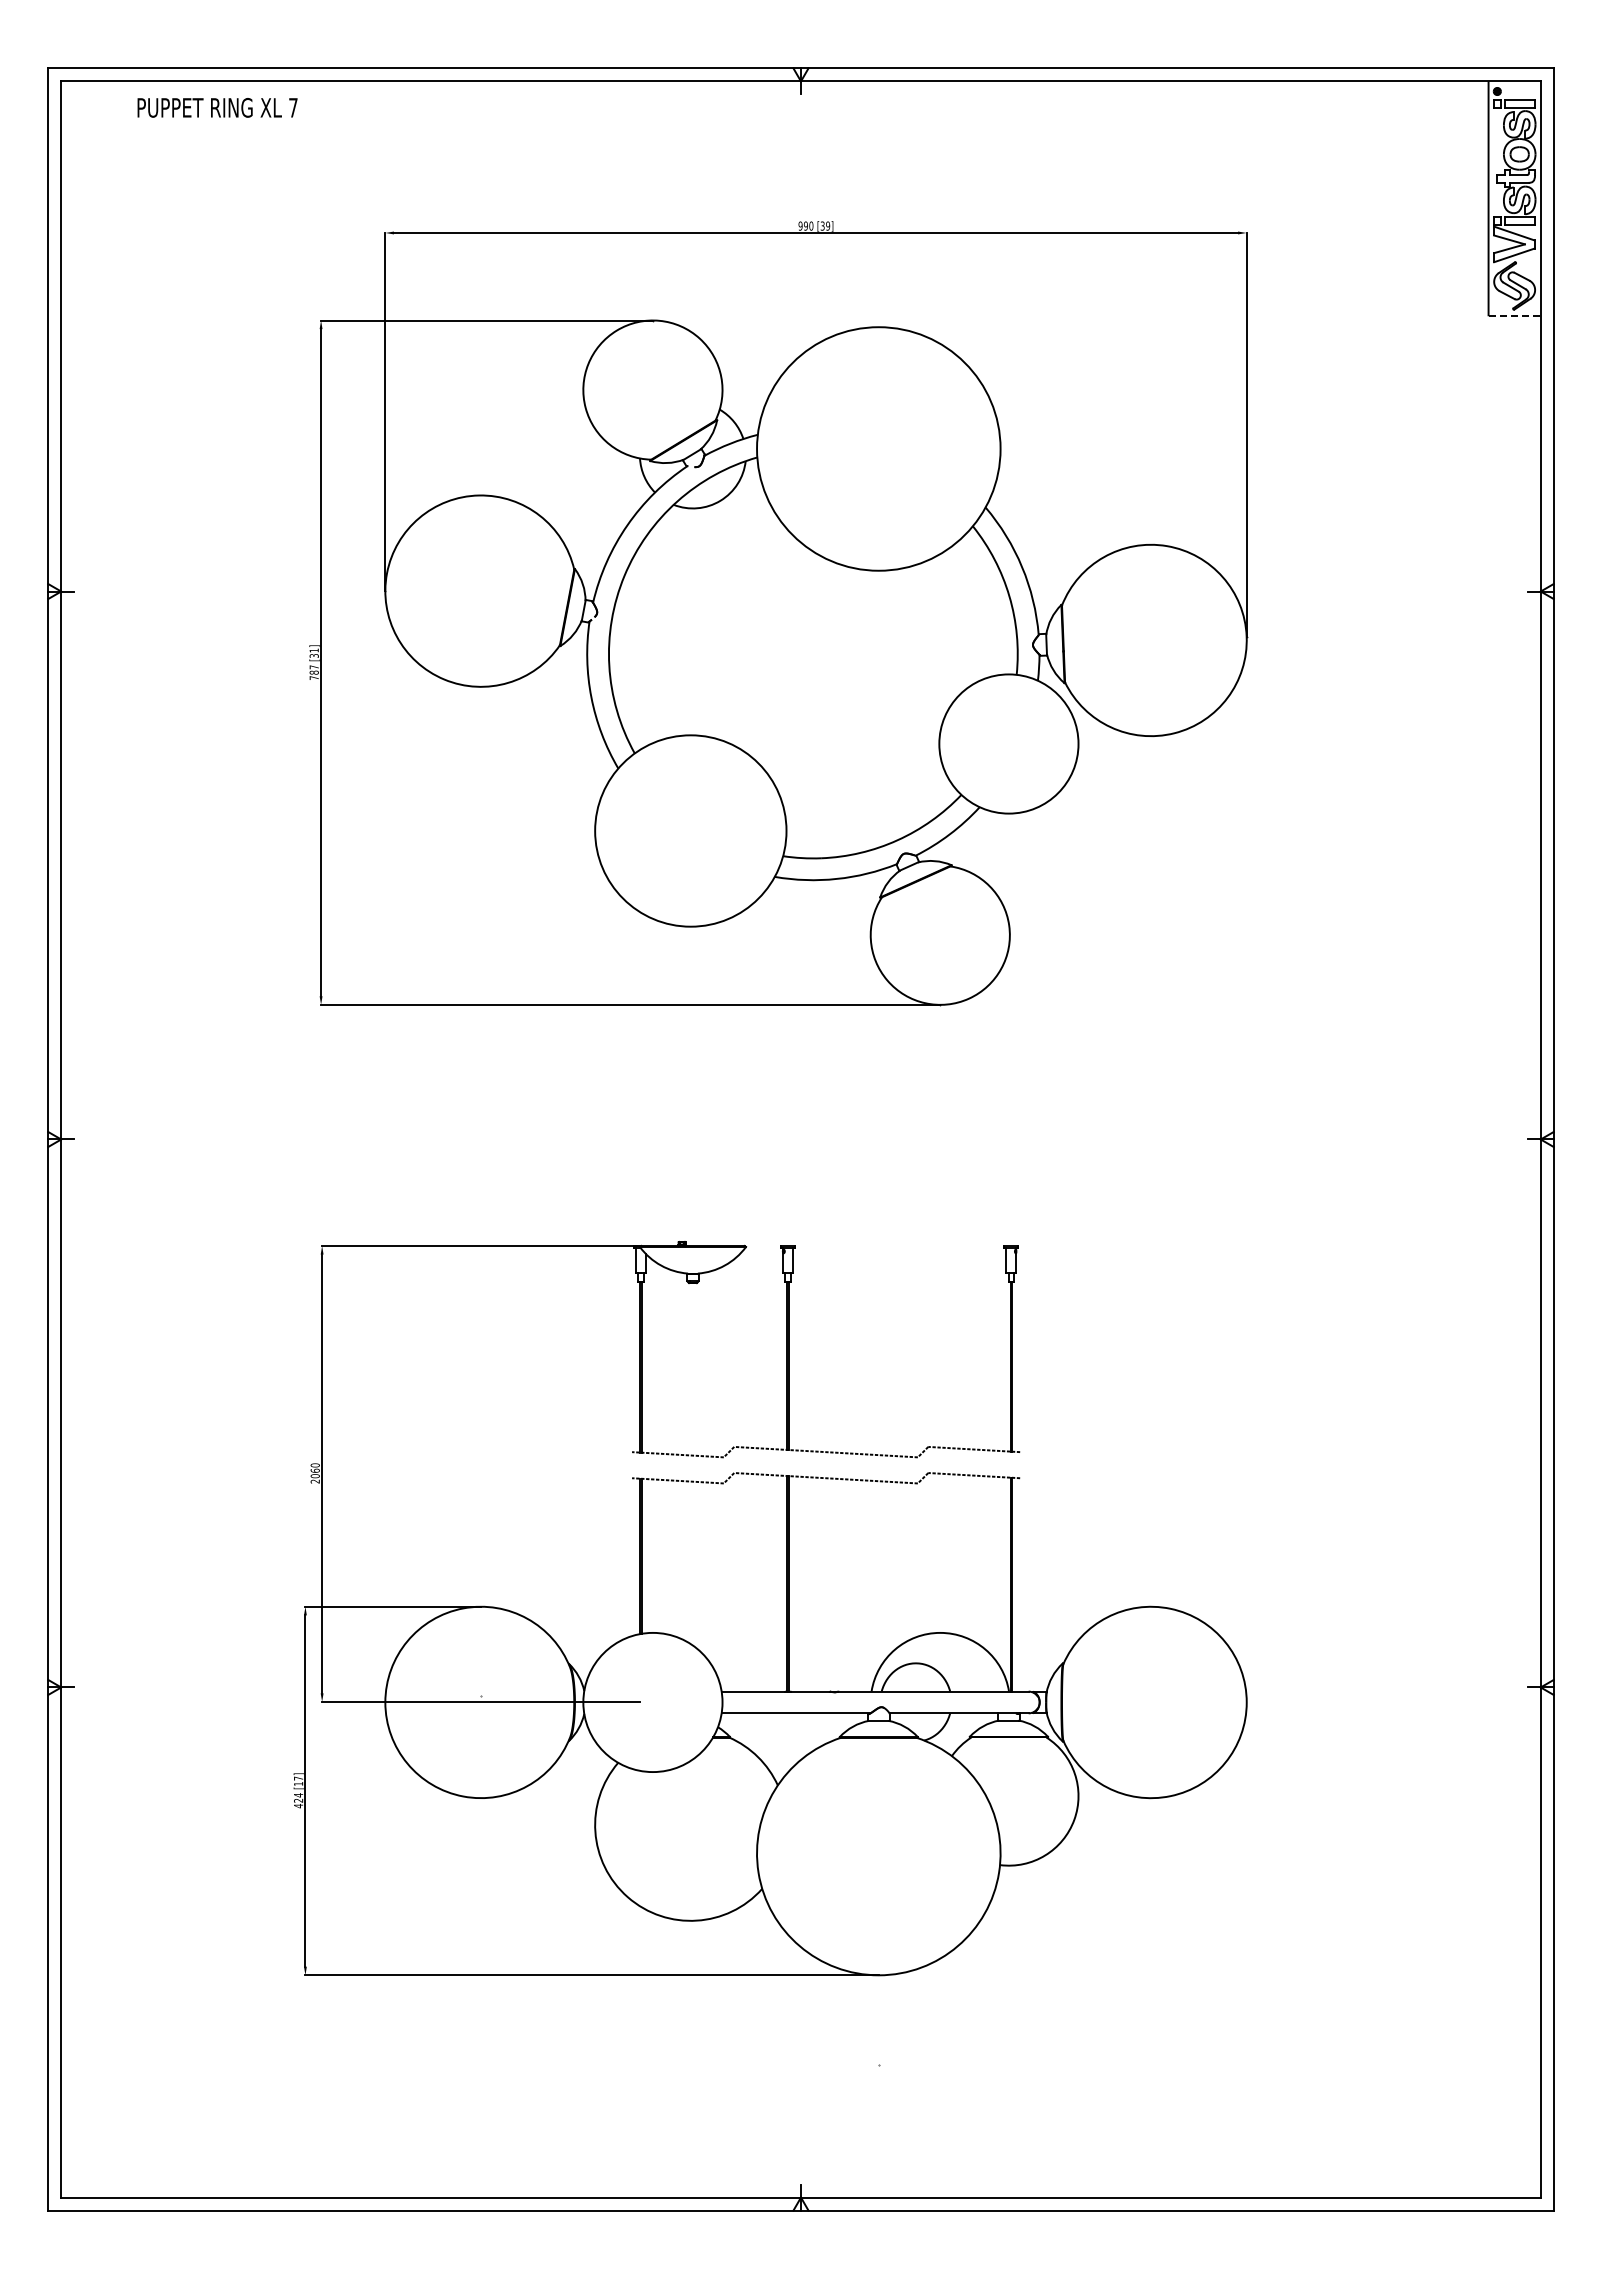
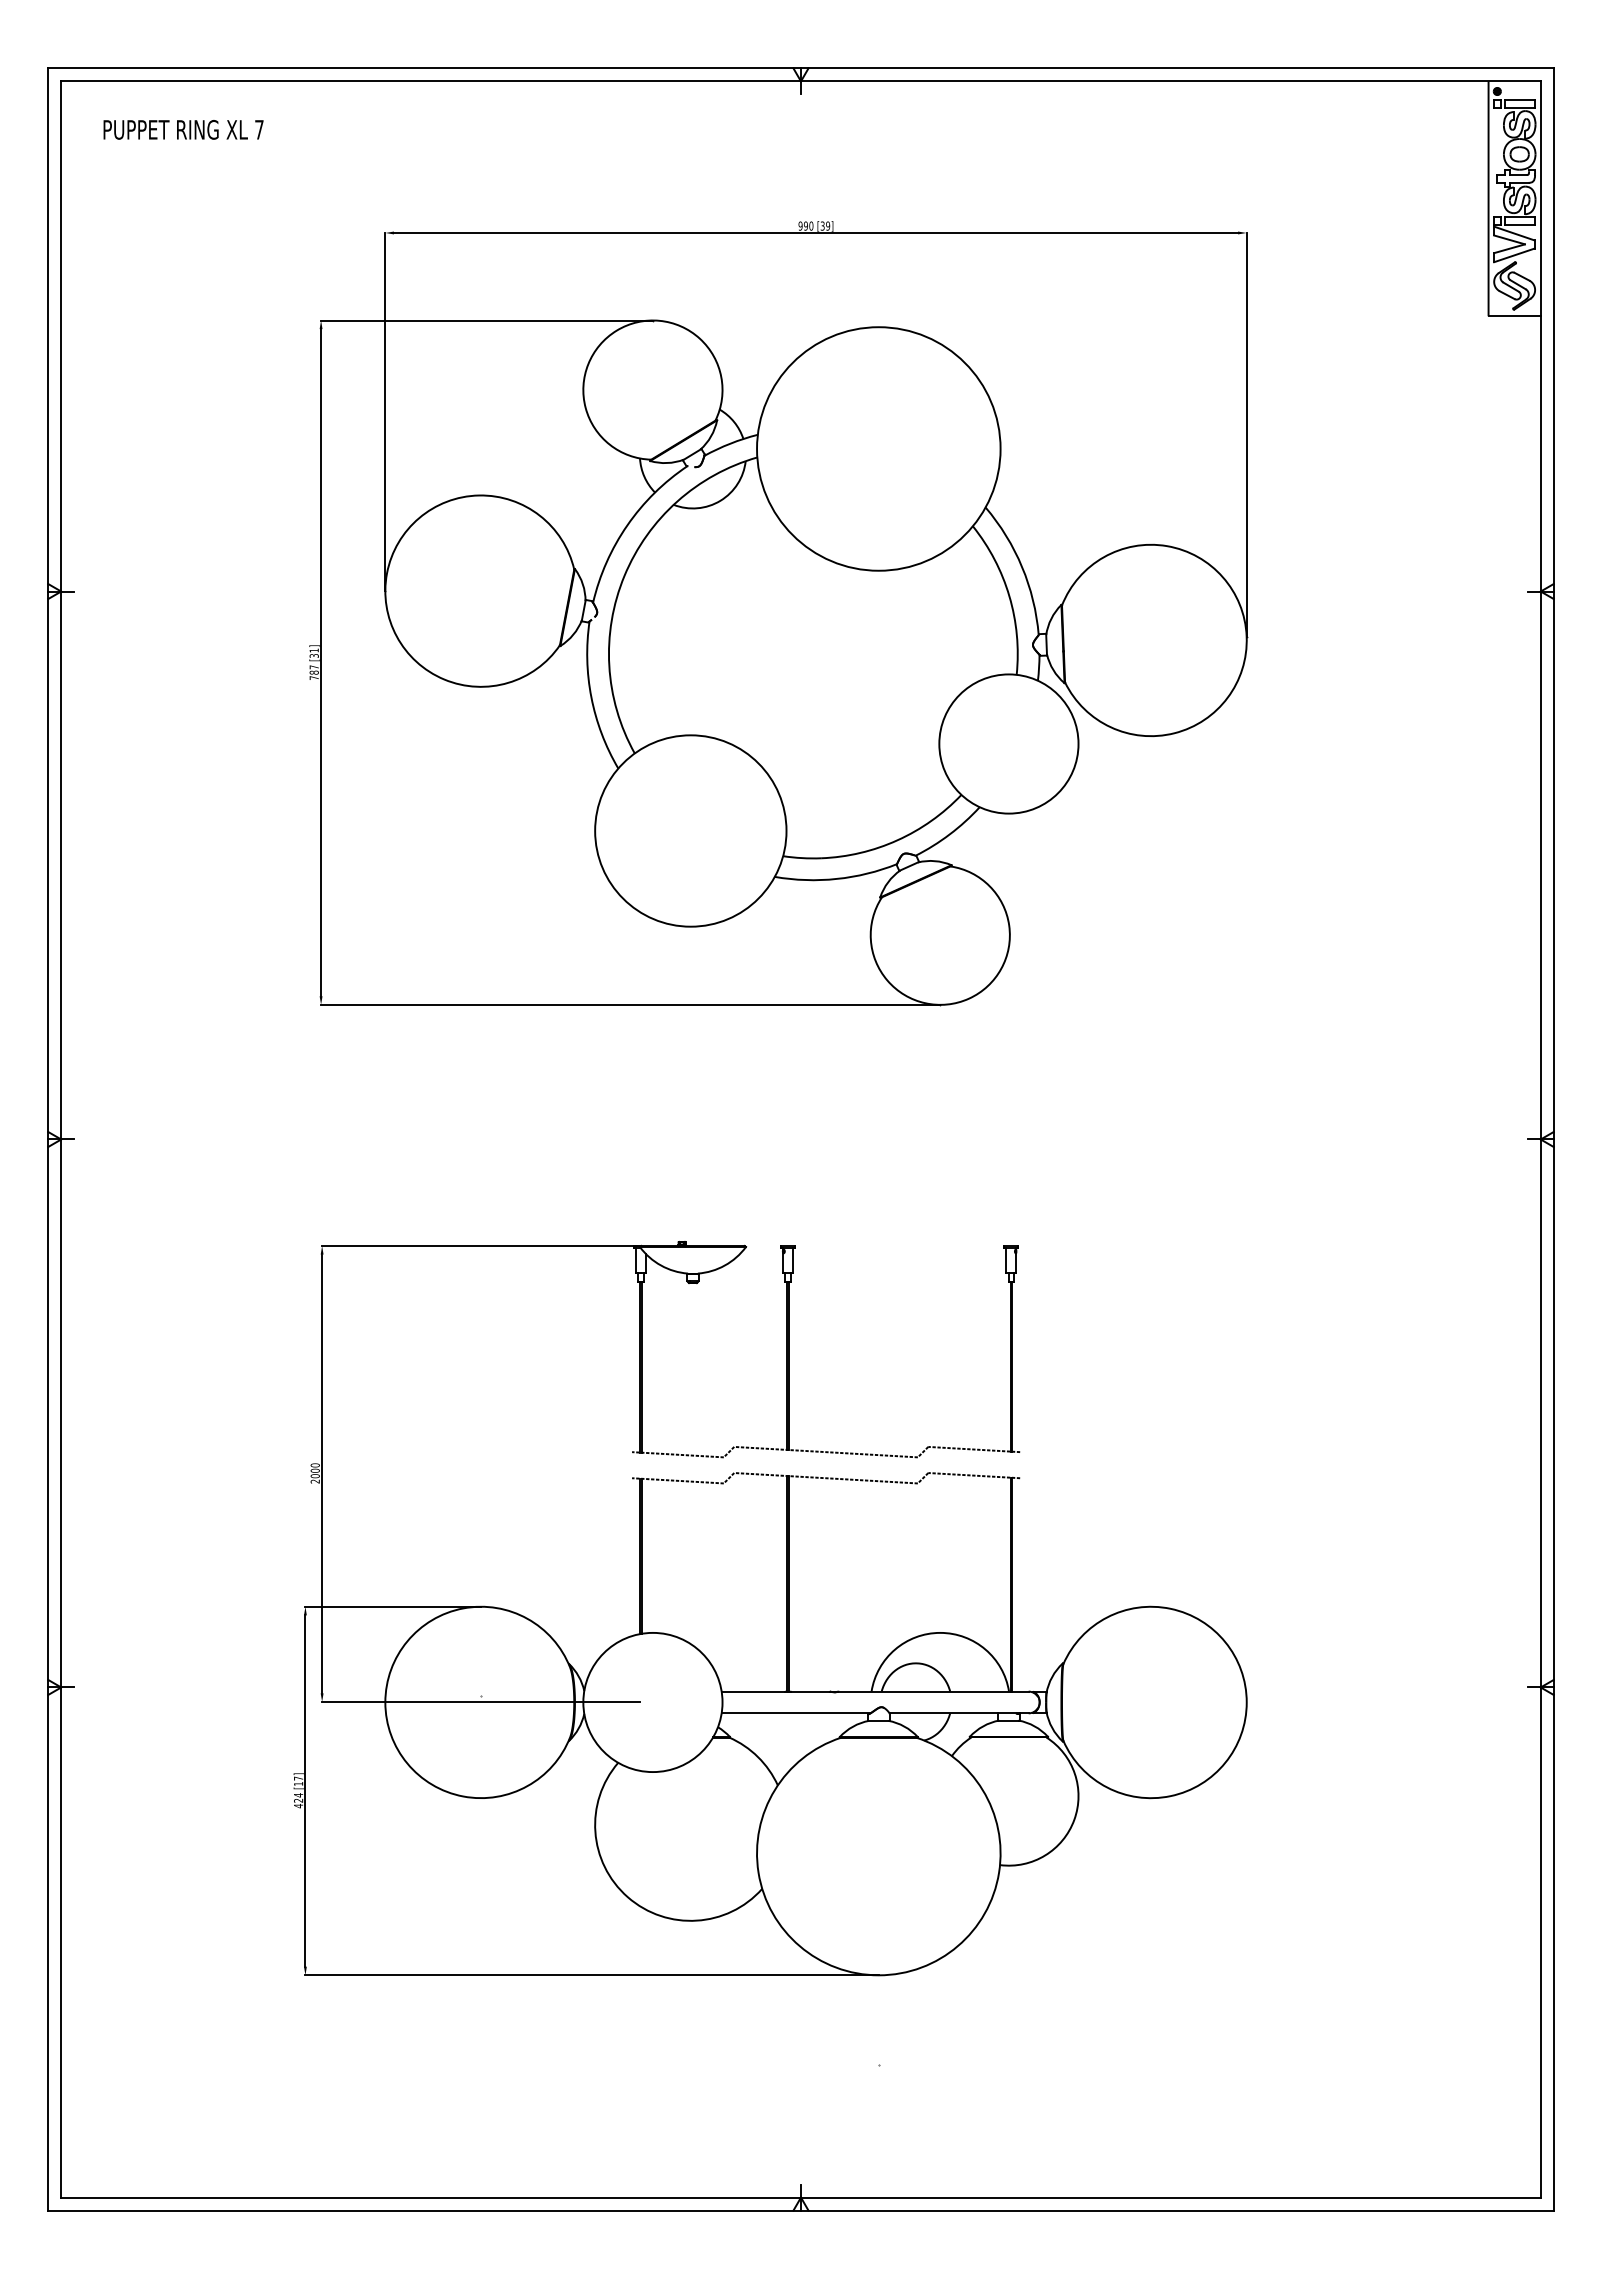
text at (217, 107) position: (217, 107) -> (183, 129)
line at (1515, 316): dashed -> solid
text at (314, 1470): 2060 -> 2000
